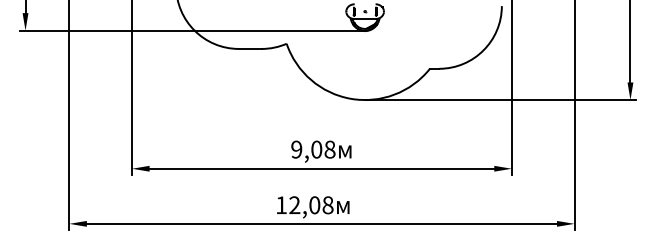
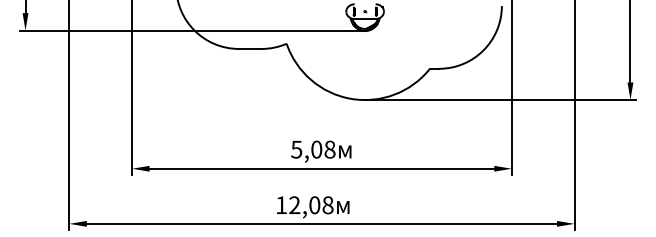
text at (296, 149): 9,08 -> 5,08
